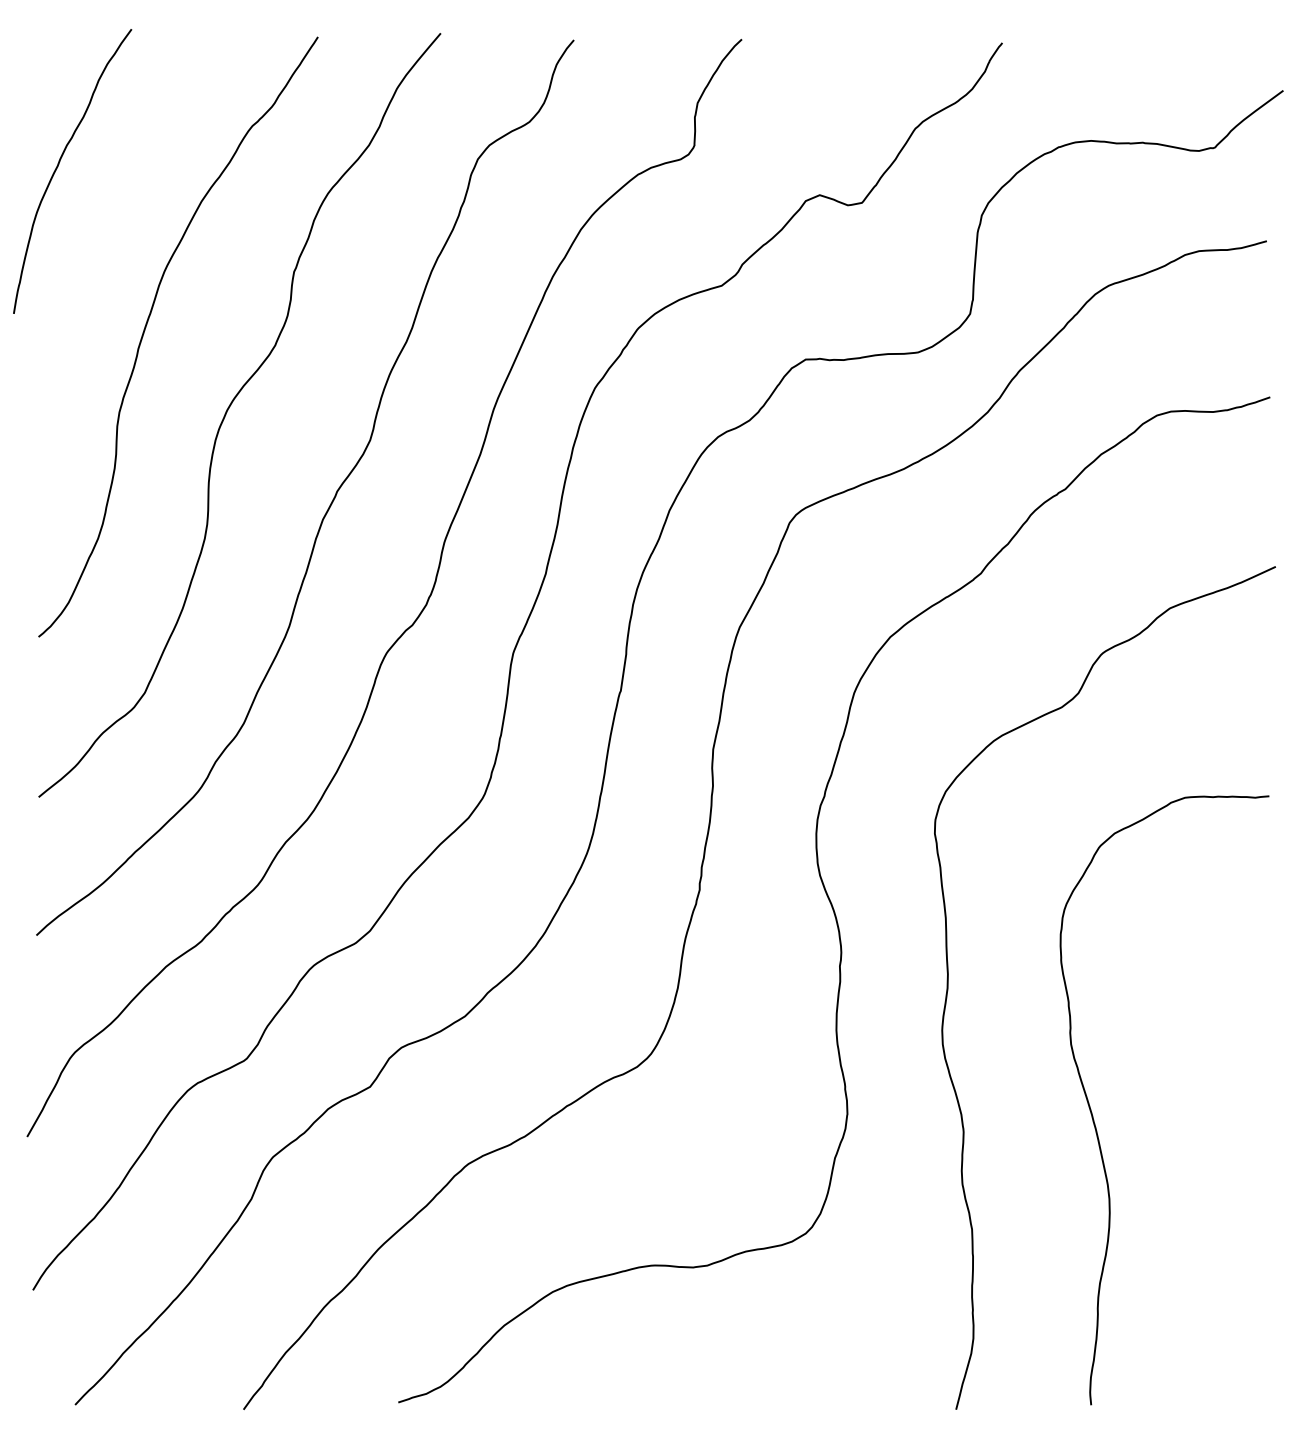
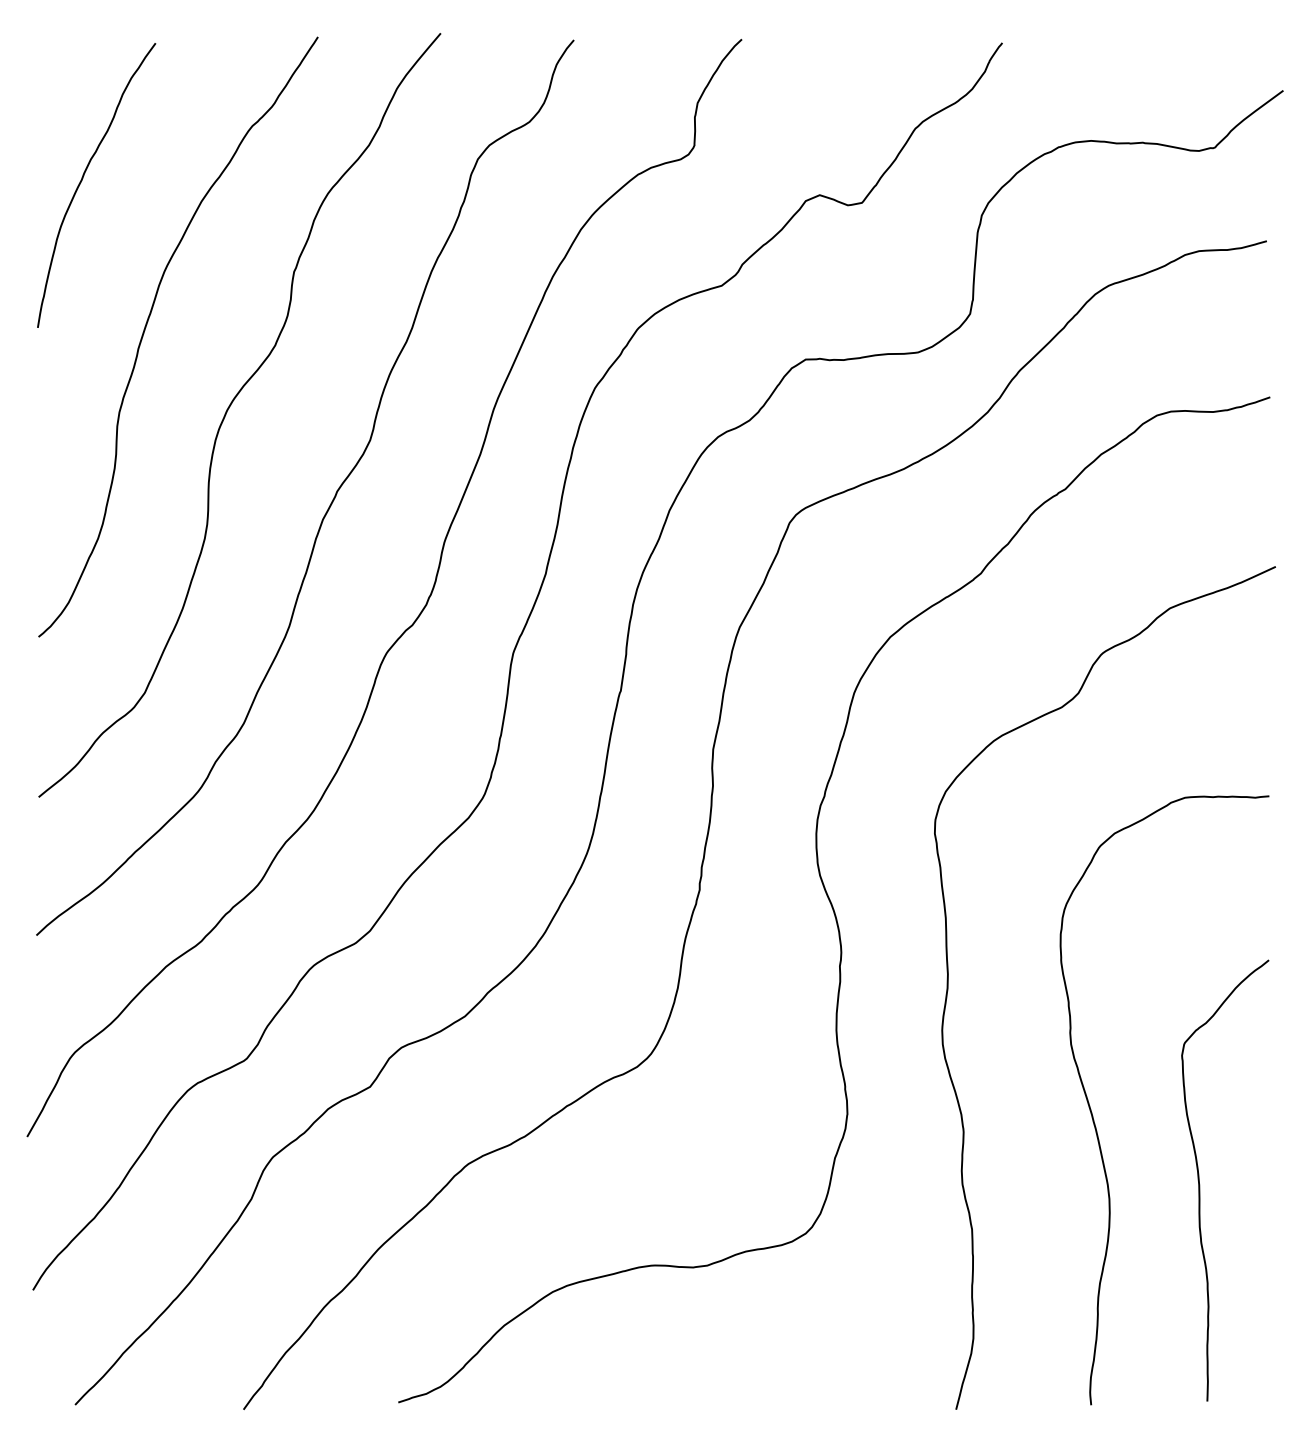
curve at (59, 164) position: (59, 164) -> (83, 178)
curve at (1200, 1184): none -> present
